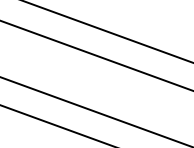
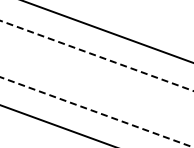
line at (97, 55): solid -> dashed
line at (96, 112): solid -> dashed
